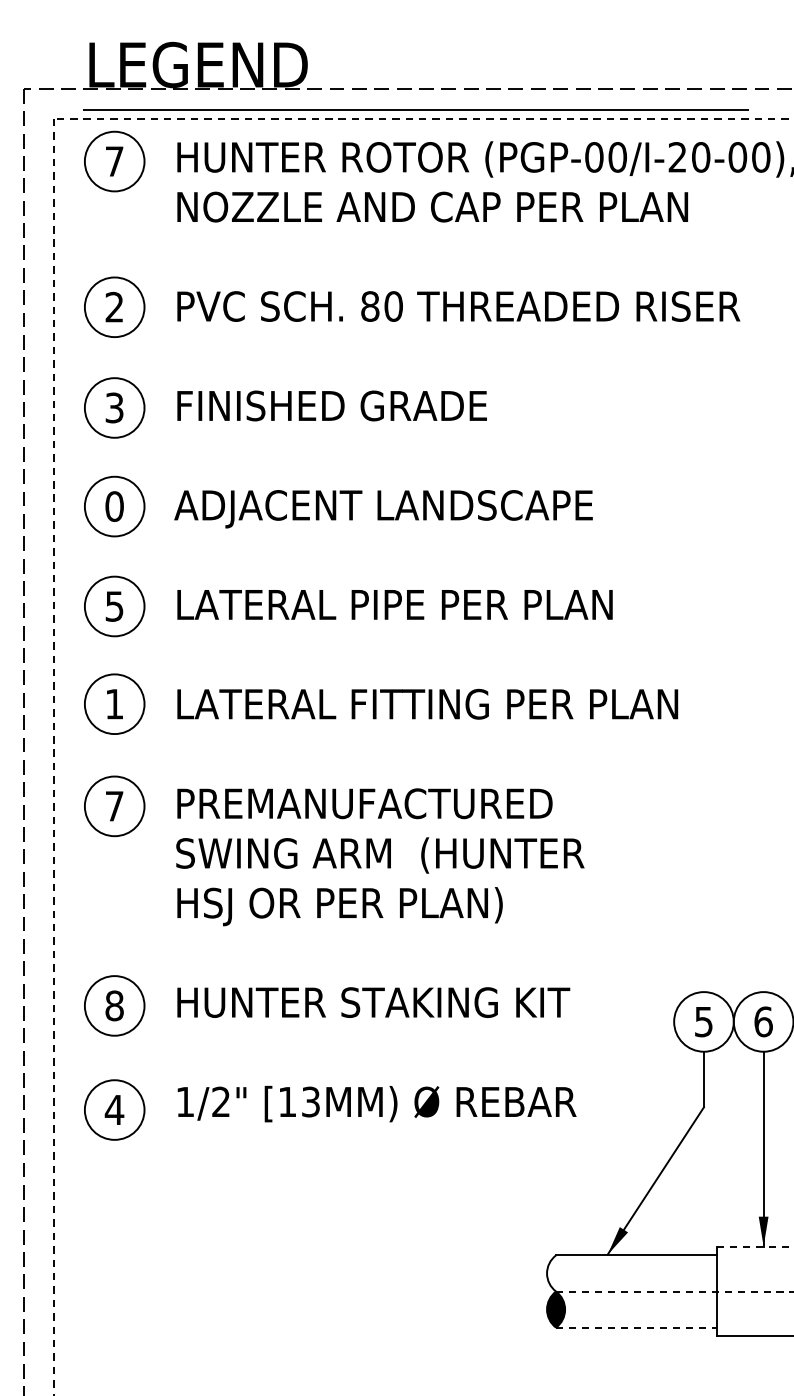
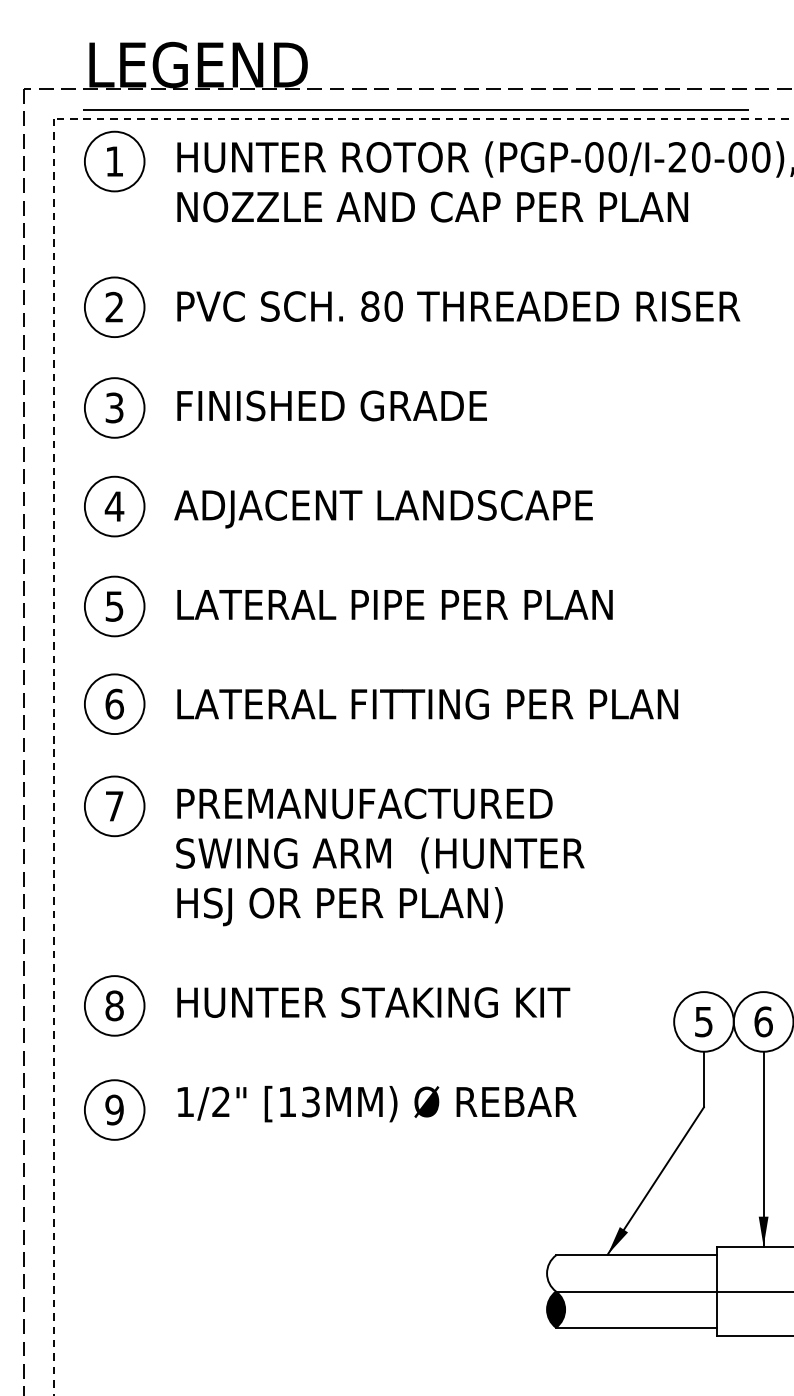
text at (114, 161): 7 -> 1
text at (114, 506): 0 -> 4
text at (114, 703): 1 -> 6
text at (114, 1109): 4 -> 9
line at (756, 1247): dashed -> solid
line at (675, 1291): dashed -> solid
line at (636, 1327): dashed -> solid
